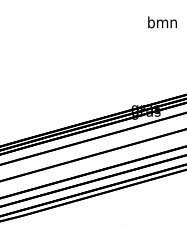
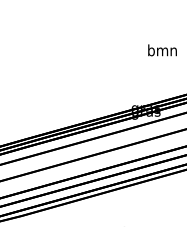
text at (162, 22) position: (162, 22) -> (162, 50)
